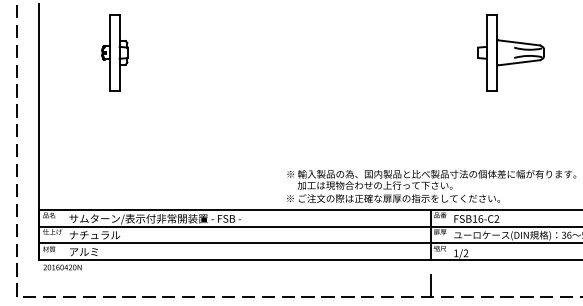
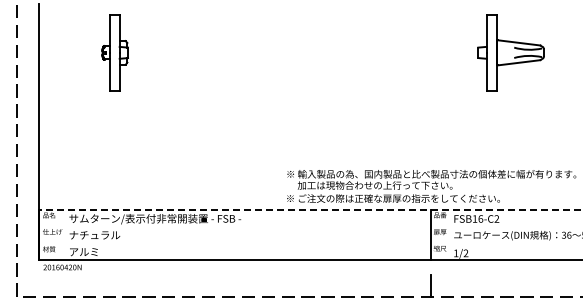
line at (310, 209): solid -> dashed
line at (308, 226): present -> none
line at (308, 243): present -> none
